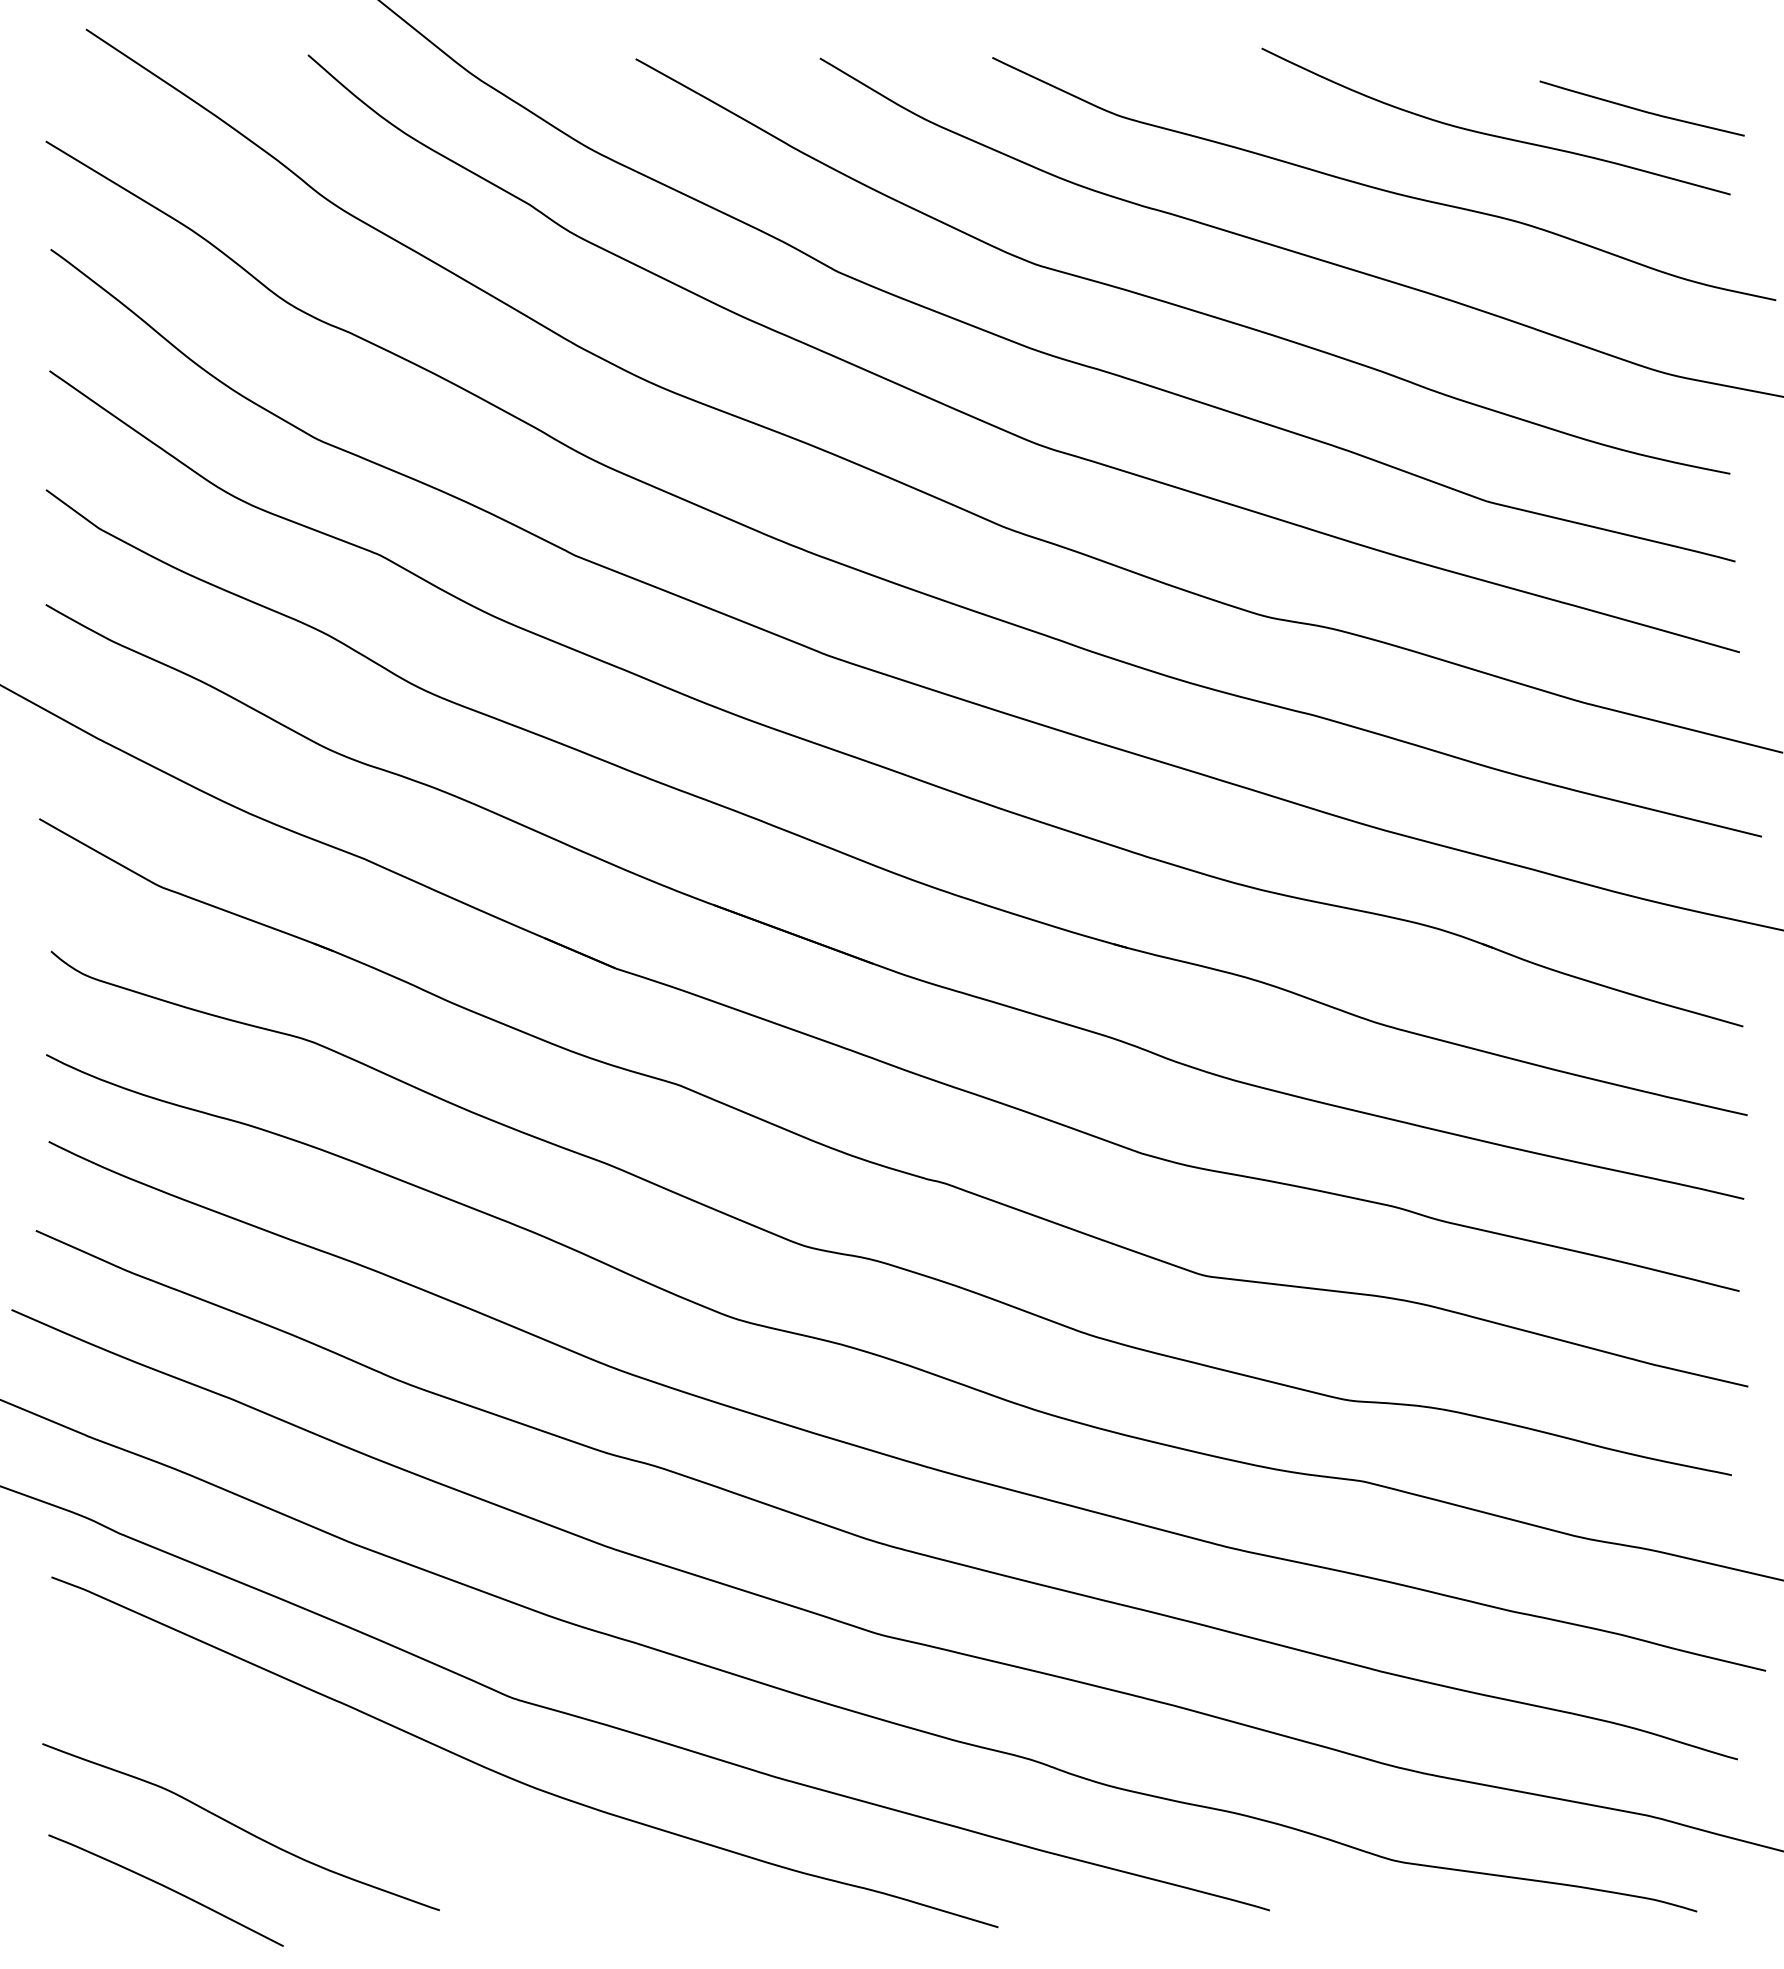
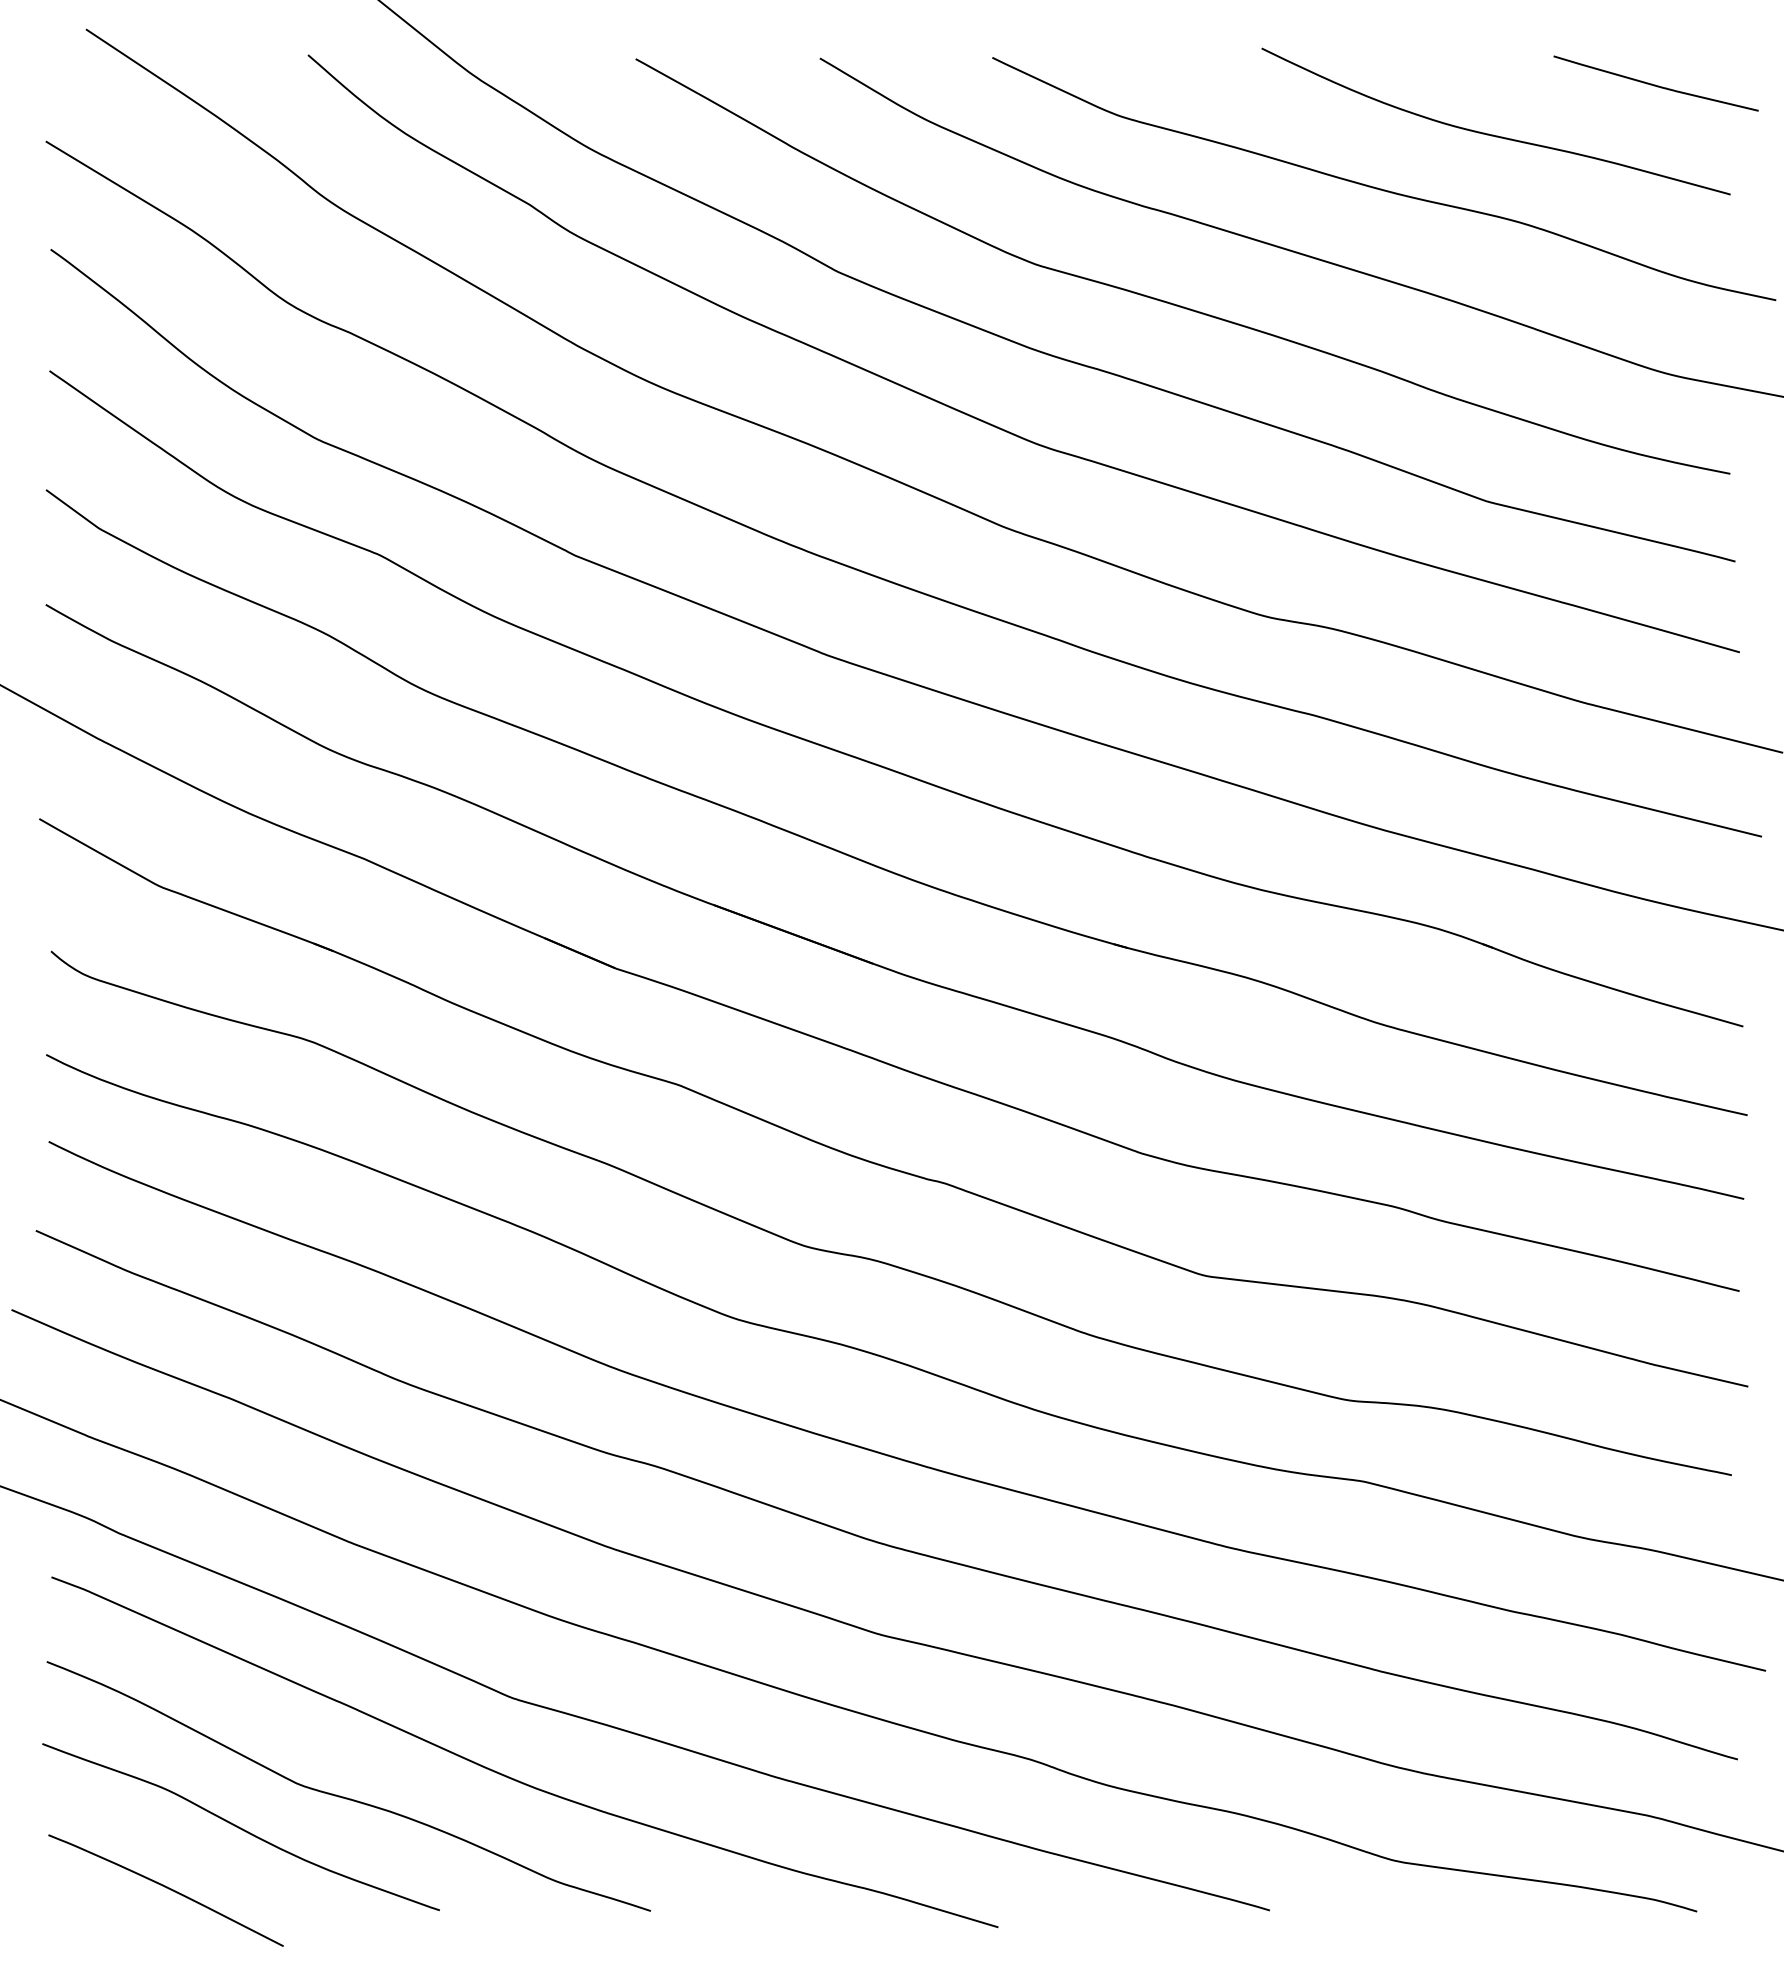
curve at (1641, 109) position: (1641, 109) -> (1655, 84)
curve at (347, 1797): none -> present
